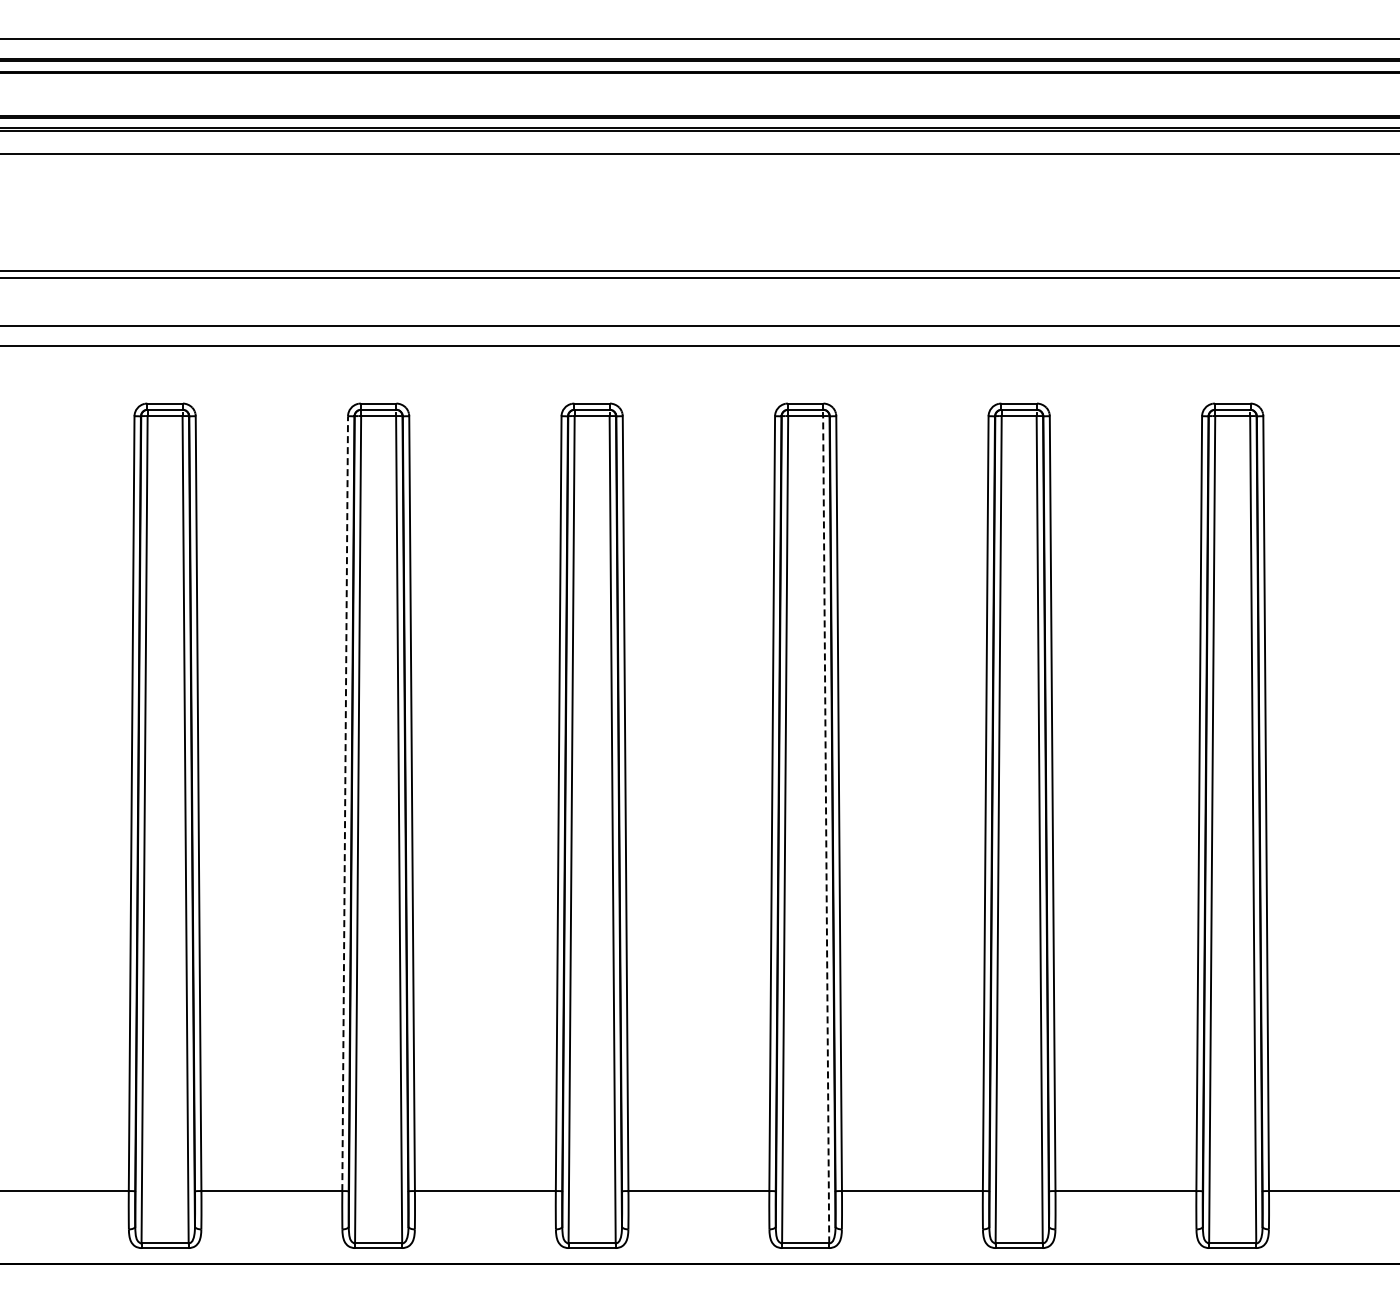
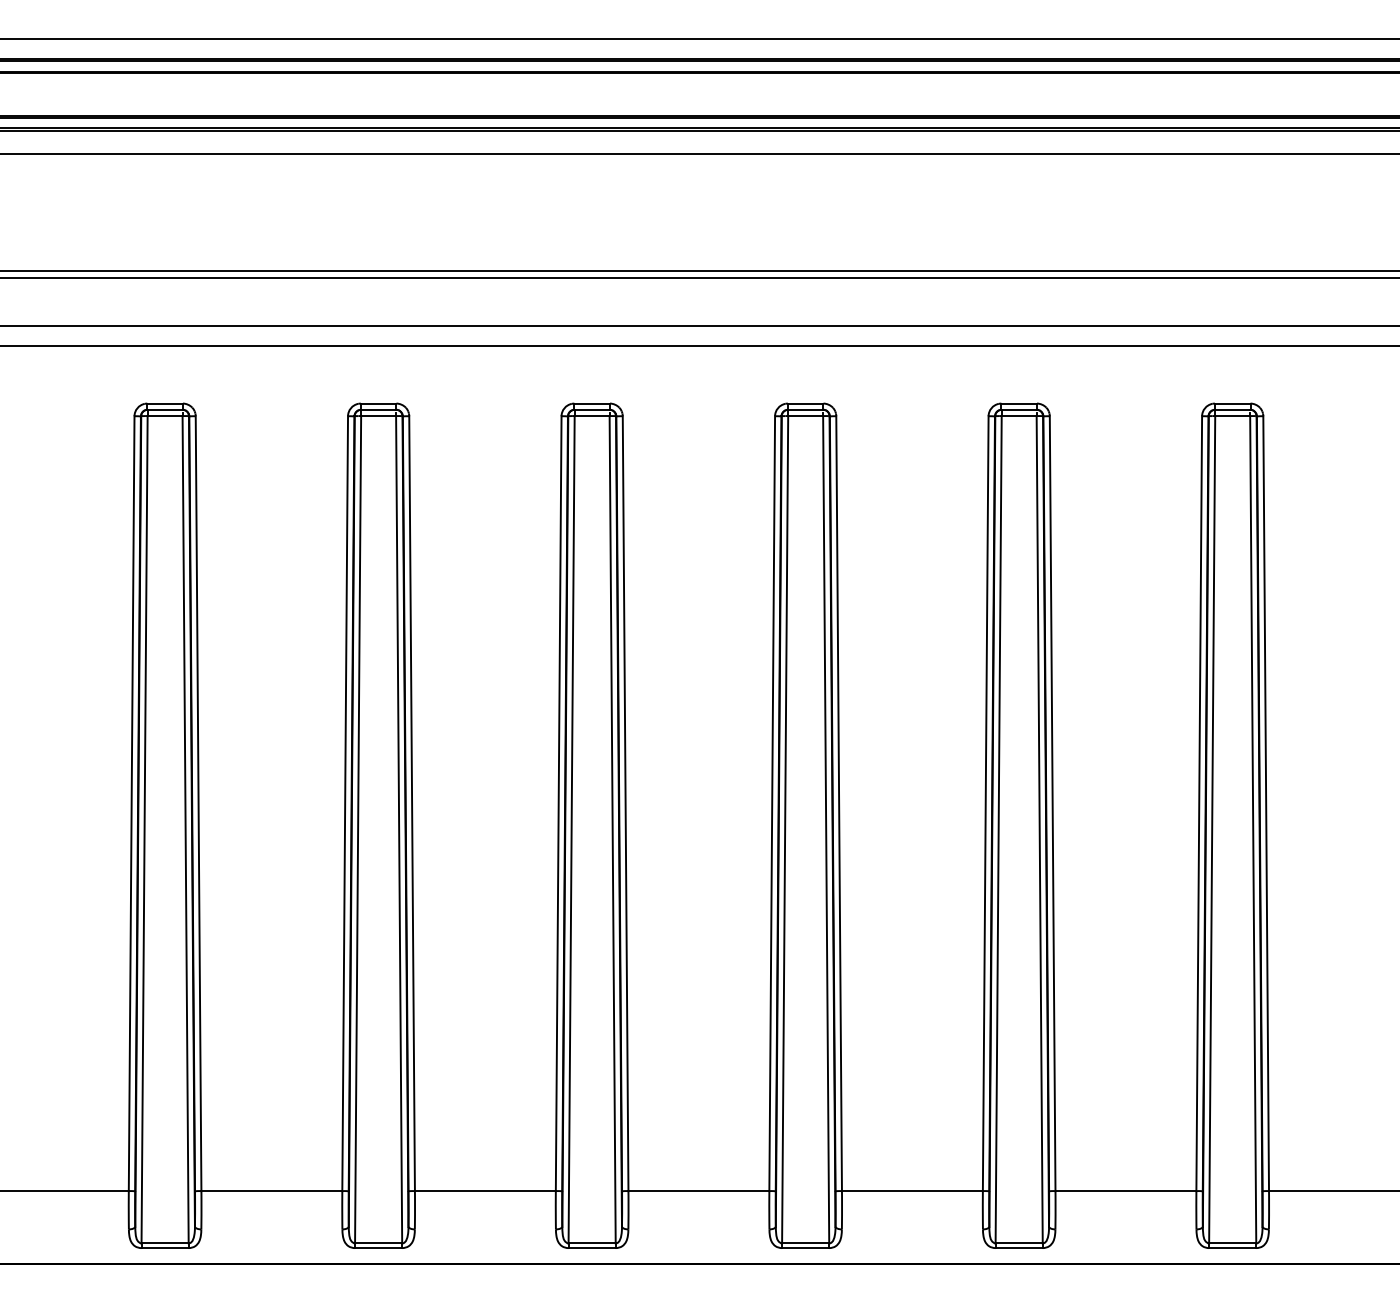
line at (345, 803): dashed -> solid
line at (826, 829): dashed -> solid
